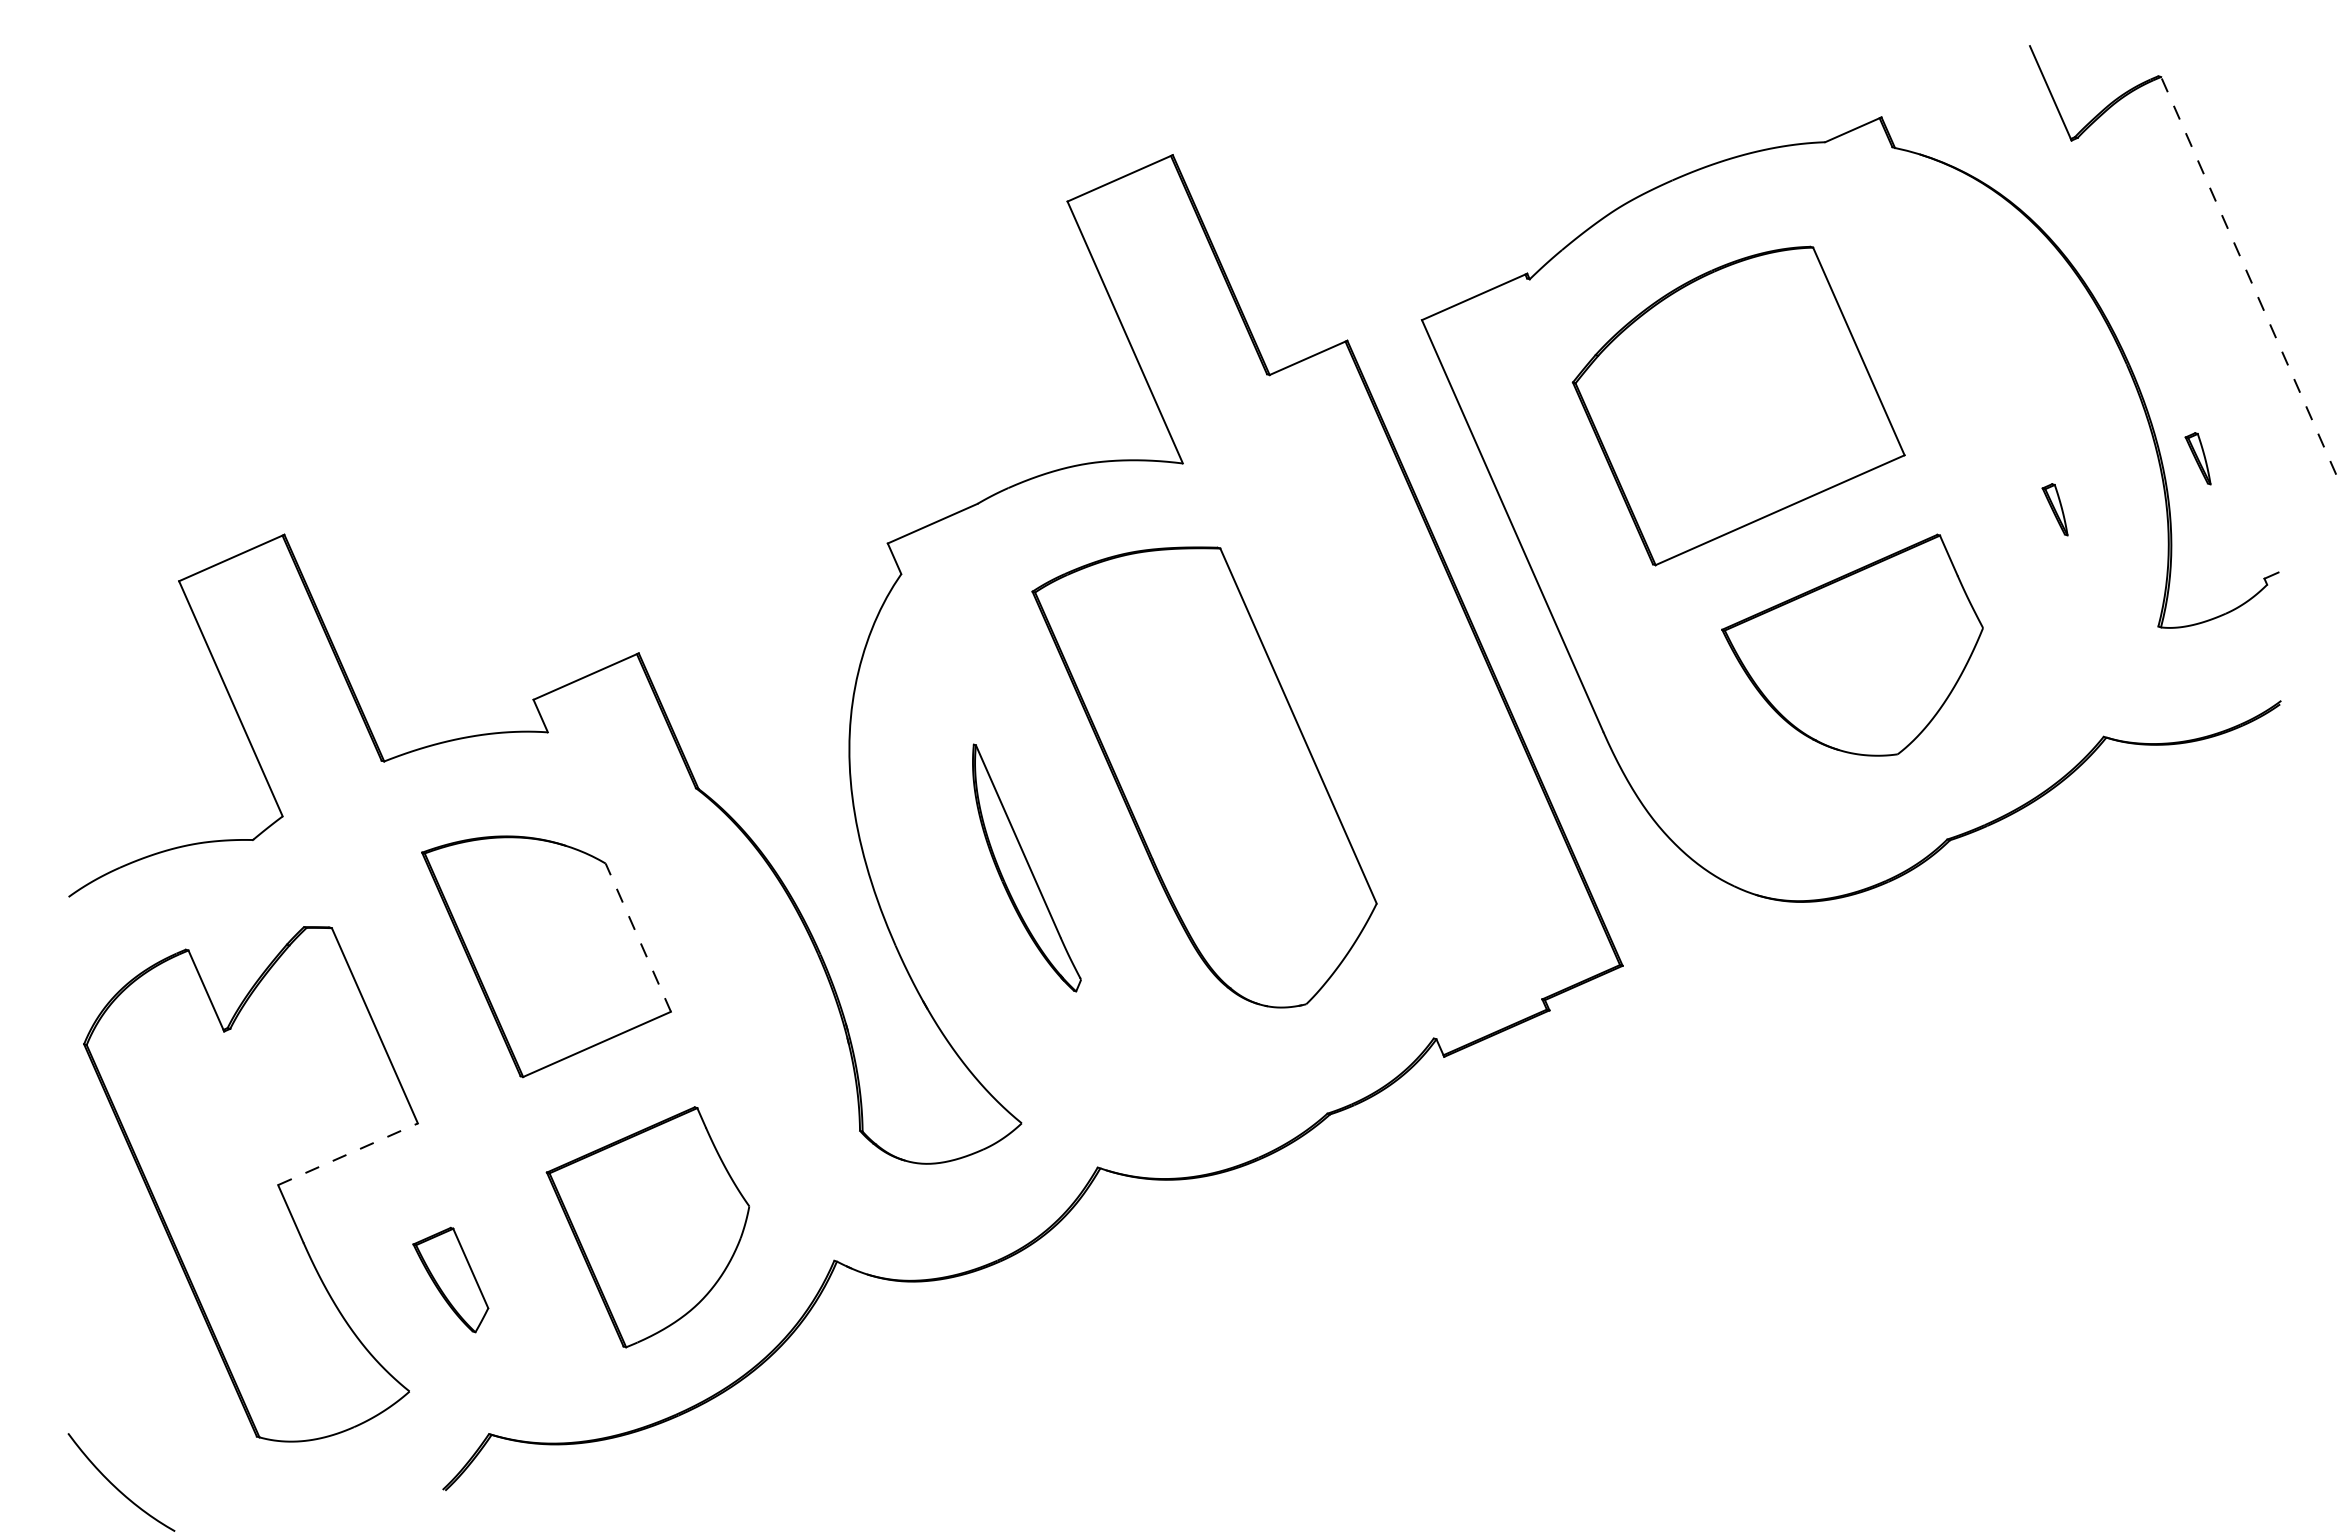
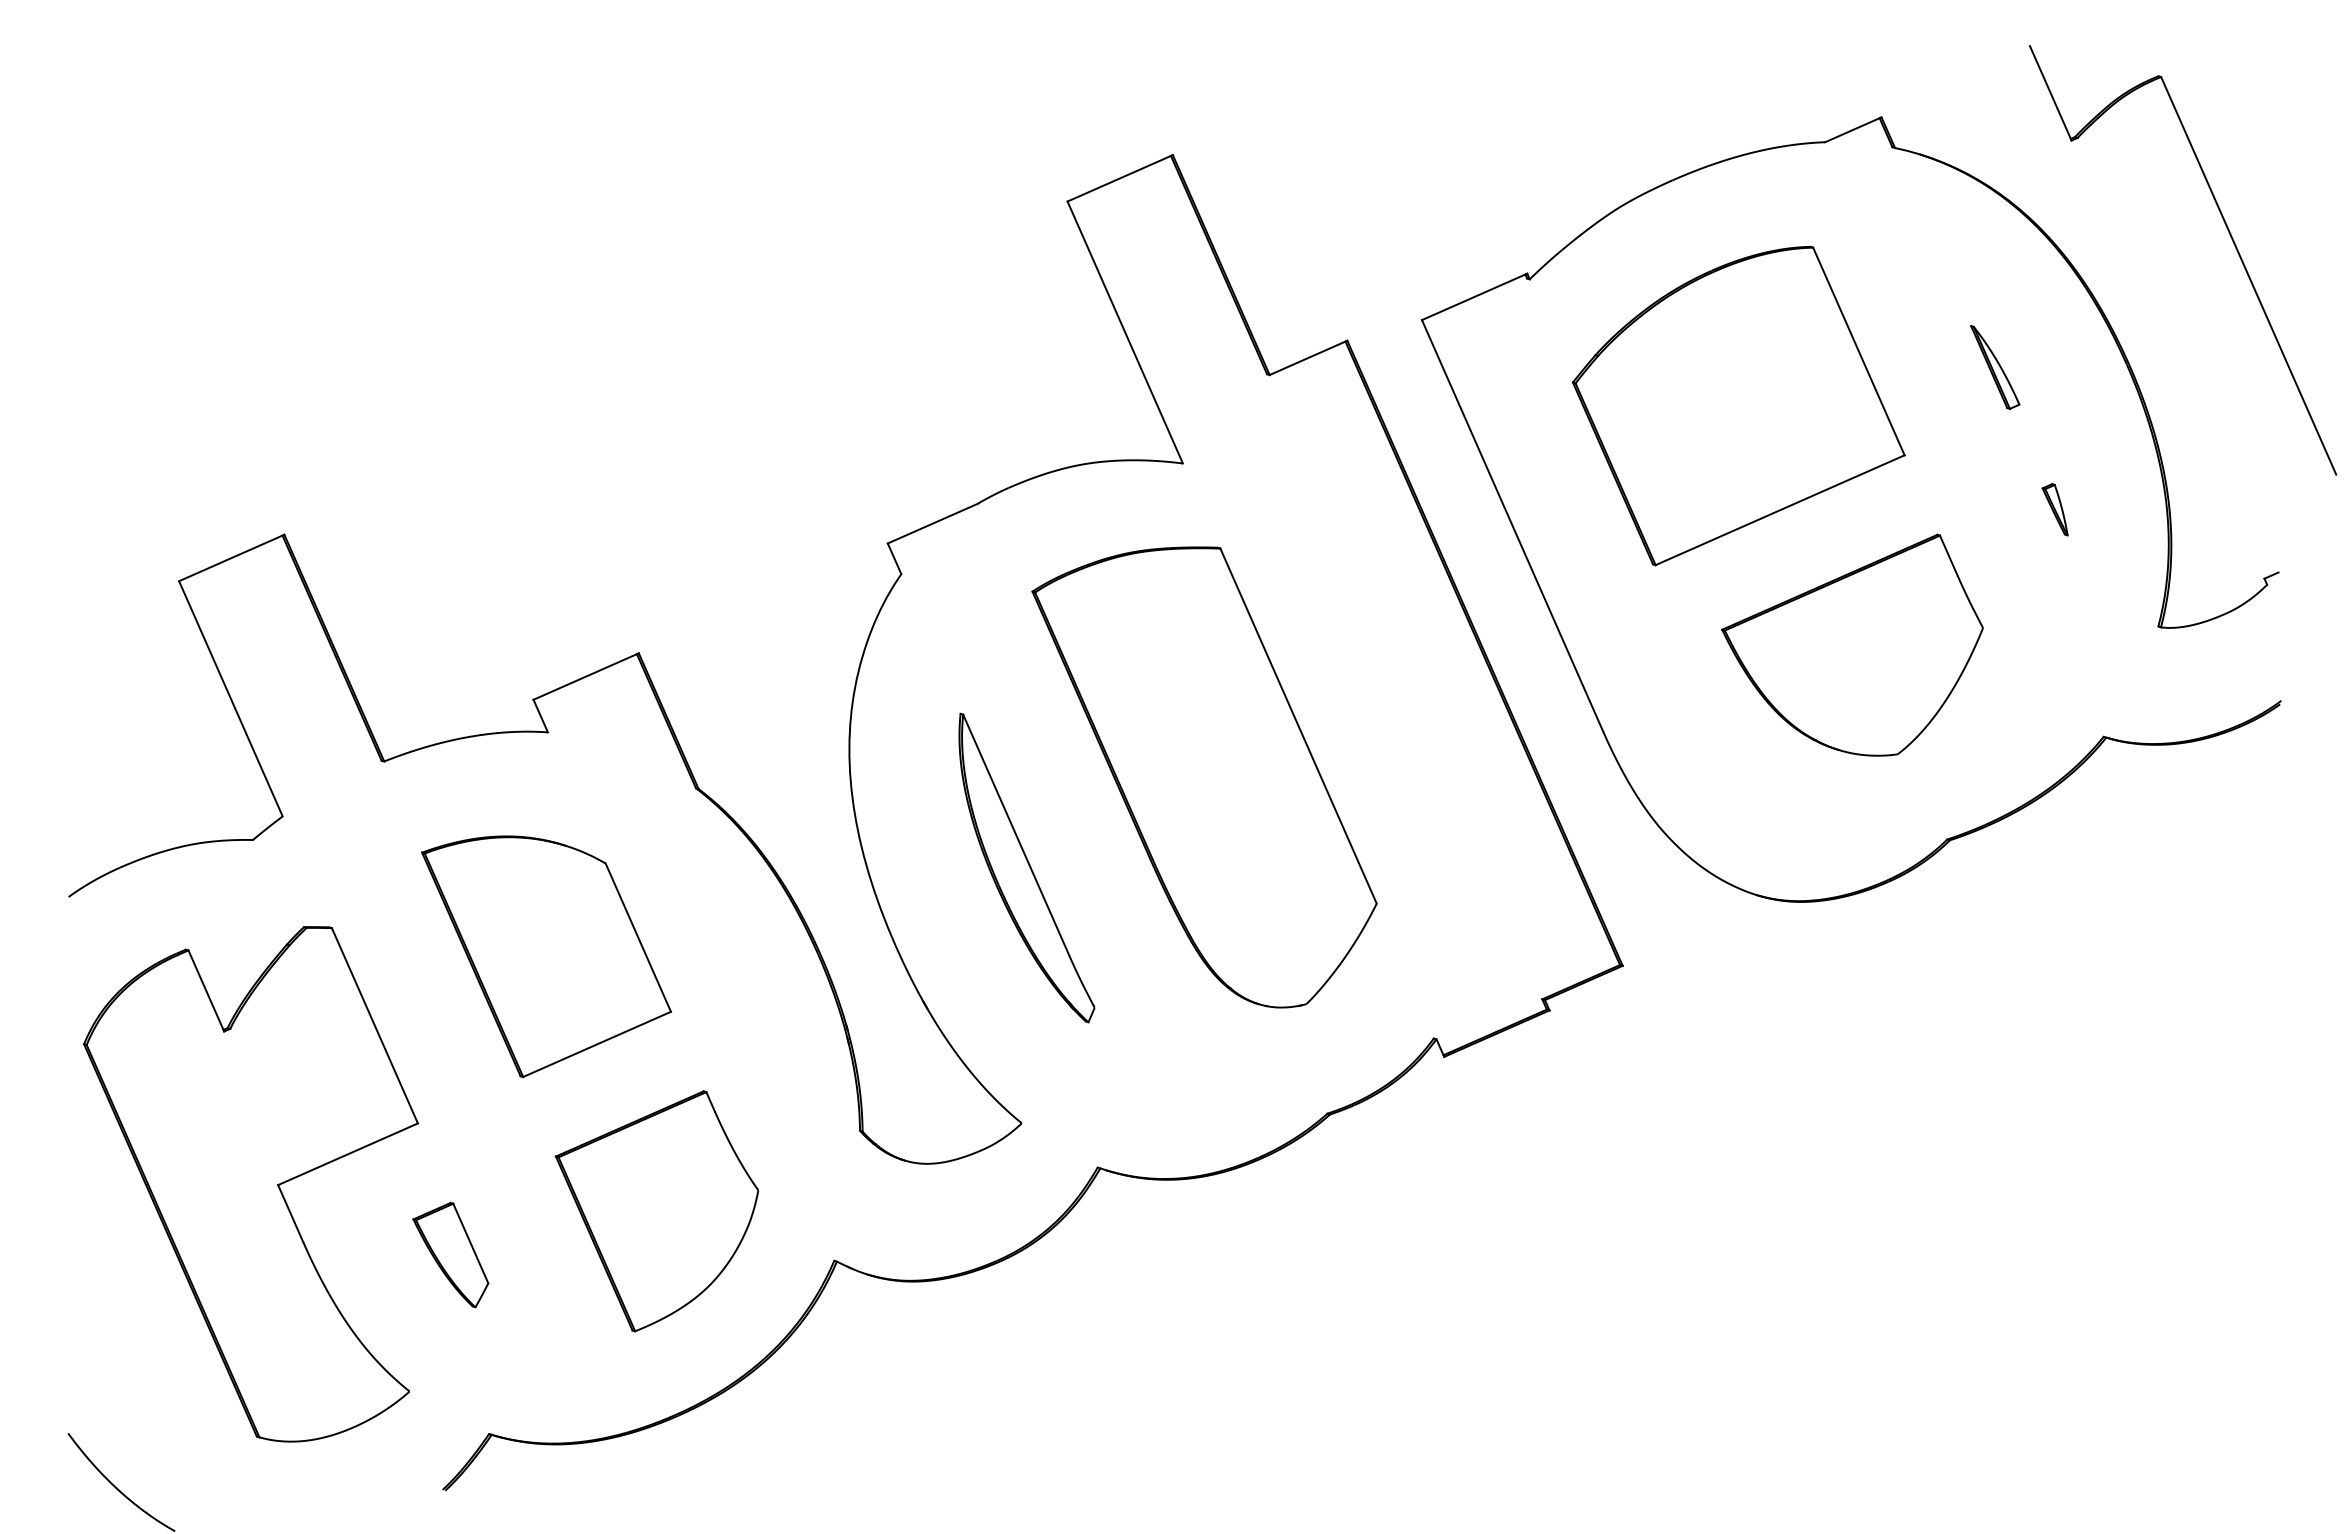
line at (2248, 275): dashed -> solid
part at (1995, 367): none -> present
part at (2197, 458): present -> none
part at (1026, 867) size: 110x250 px -> 138x312 px
line at (638, 937): dashed -> solid
line at (348, 1154): dashed -> solid
part at (647, 1227) position: (647, 1227) -> (656, 1211)
part at (450, 1279) position: (450, 1279) -> (450, 1254)
